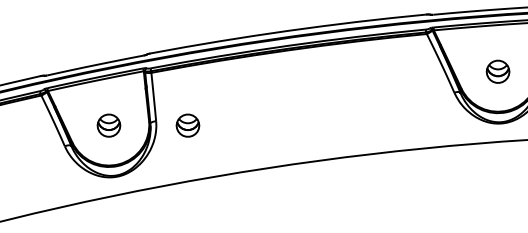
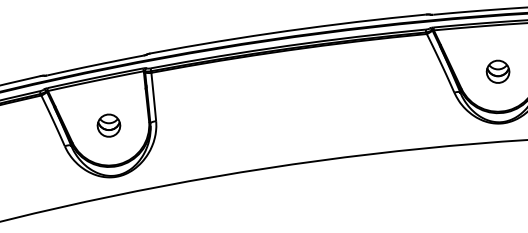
part at (187, 125): present -> none
